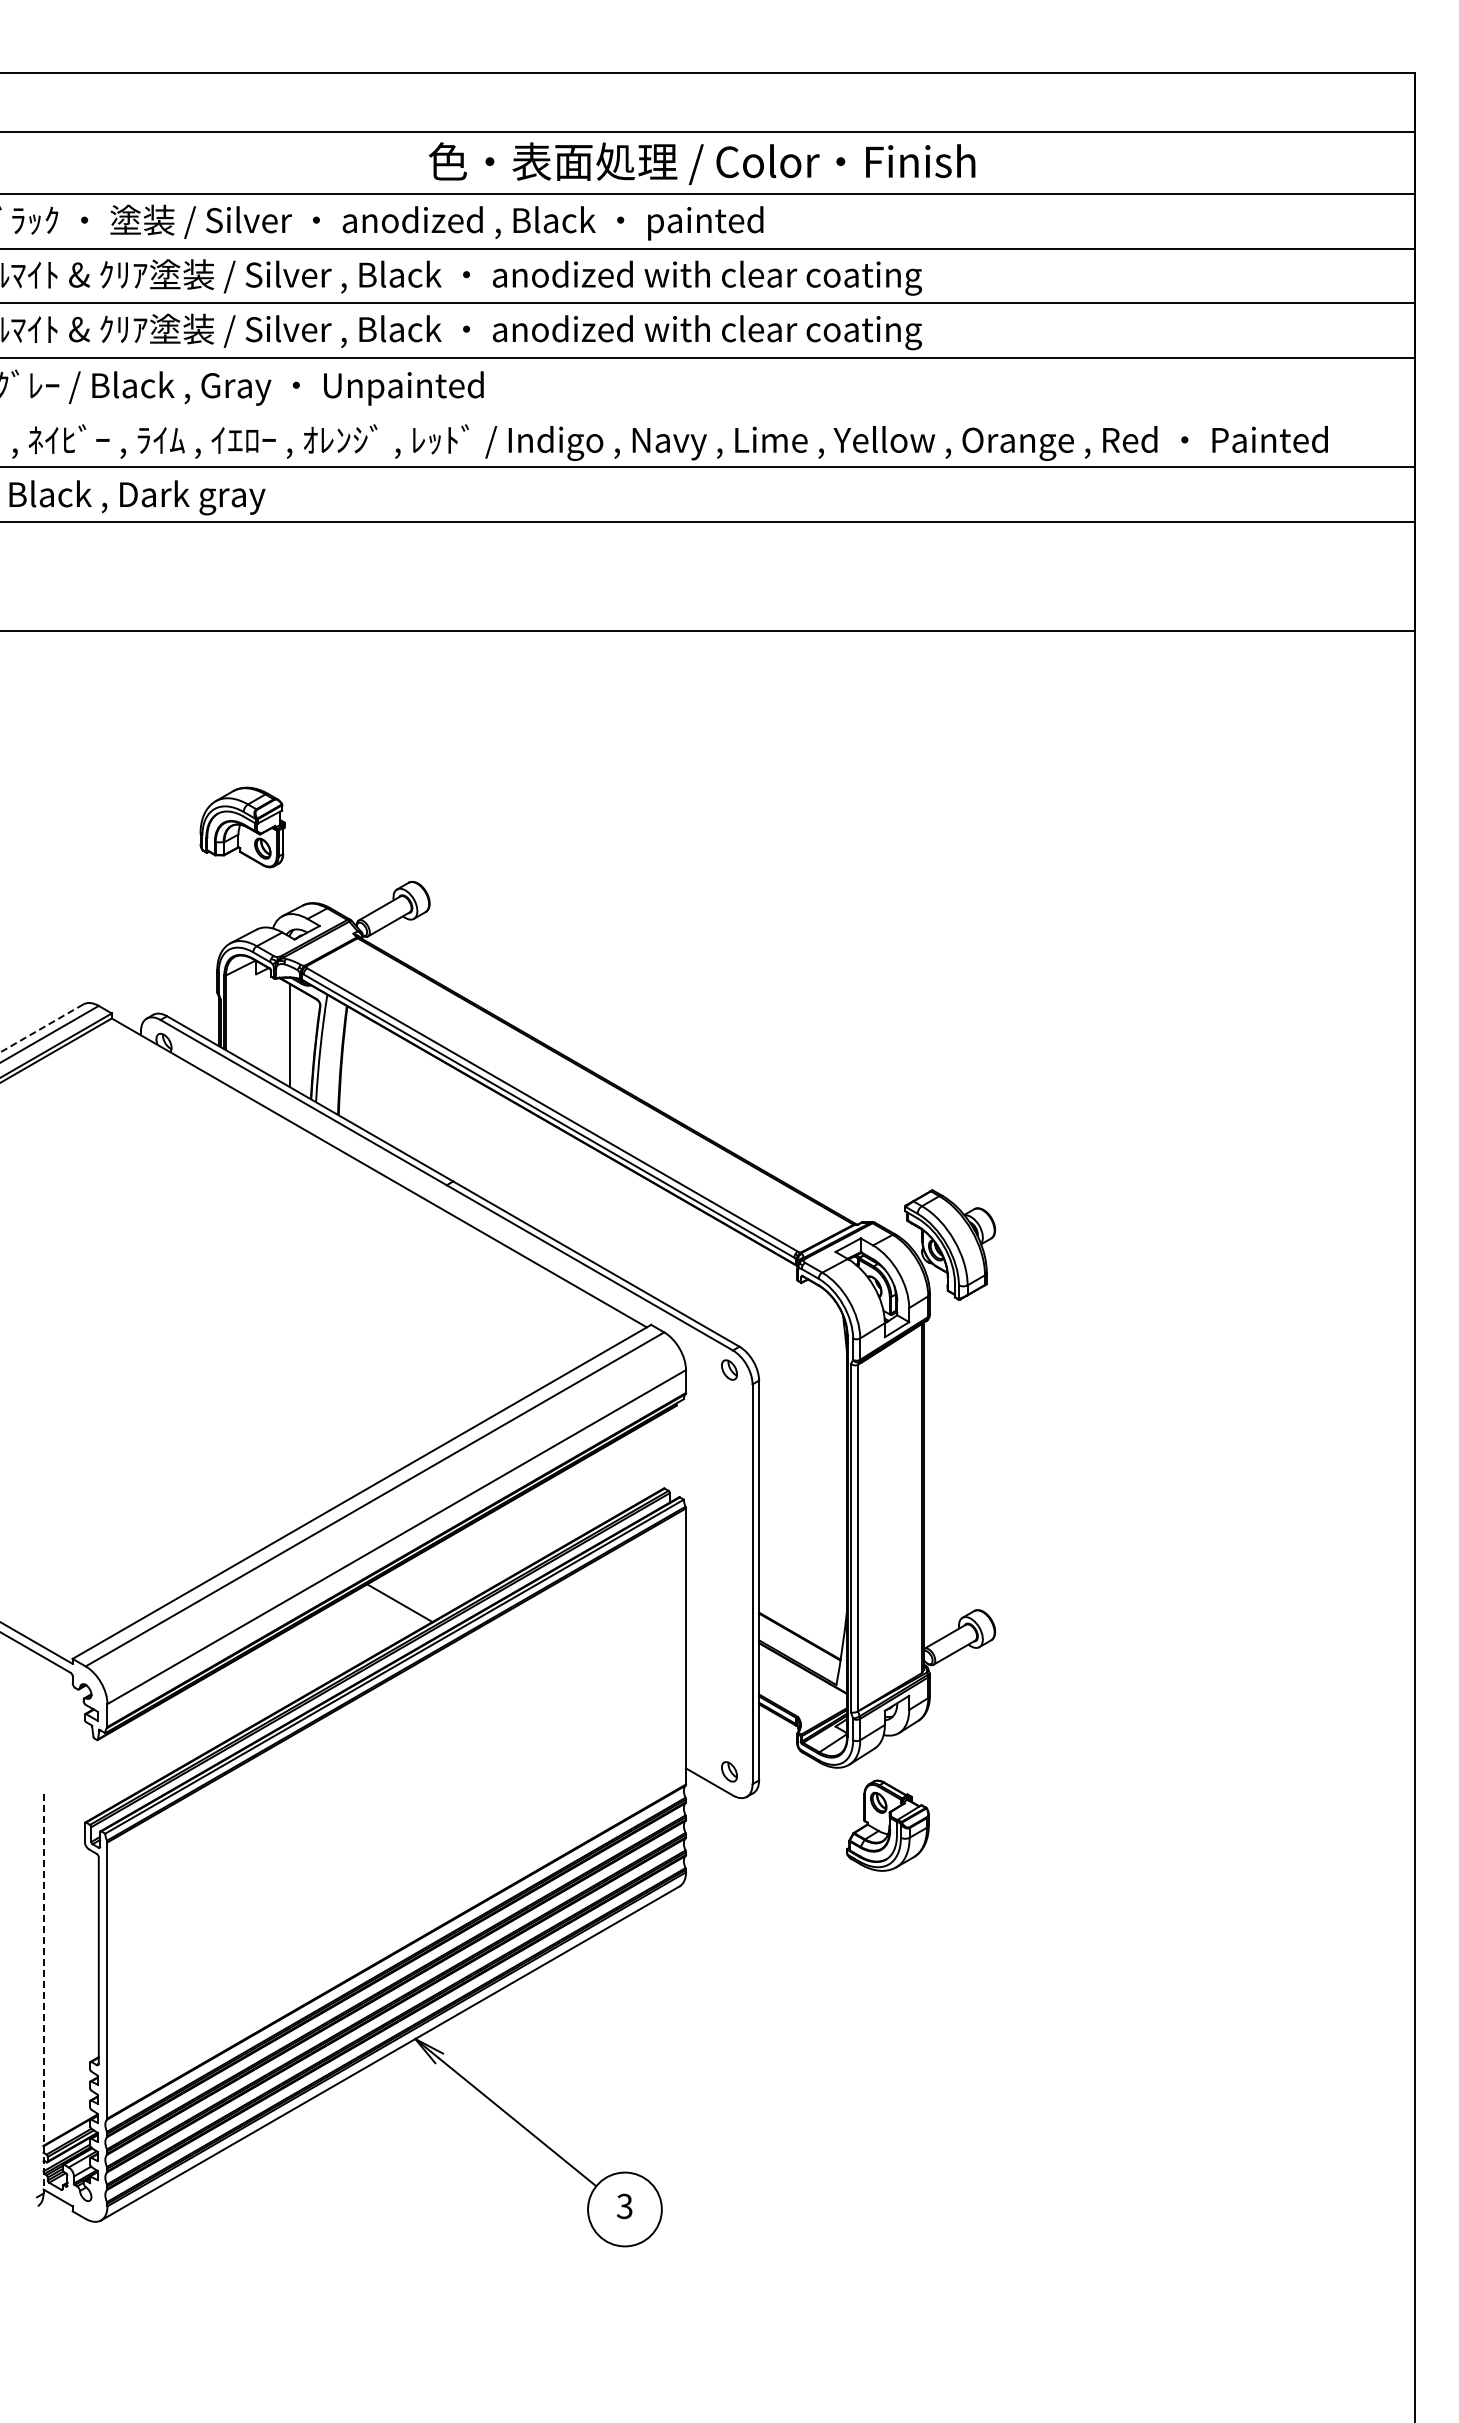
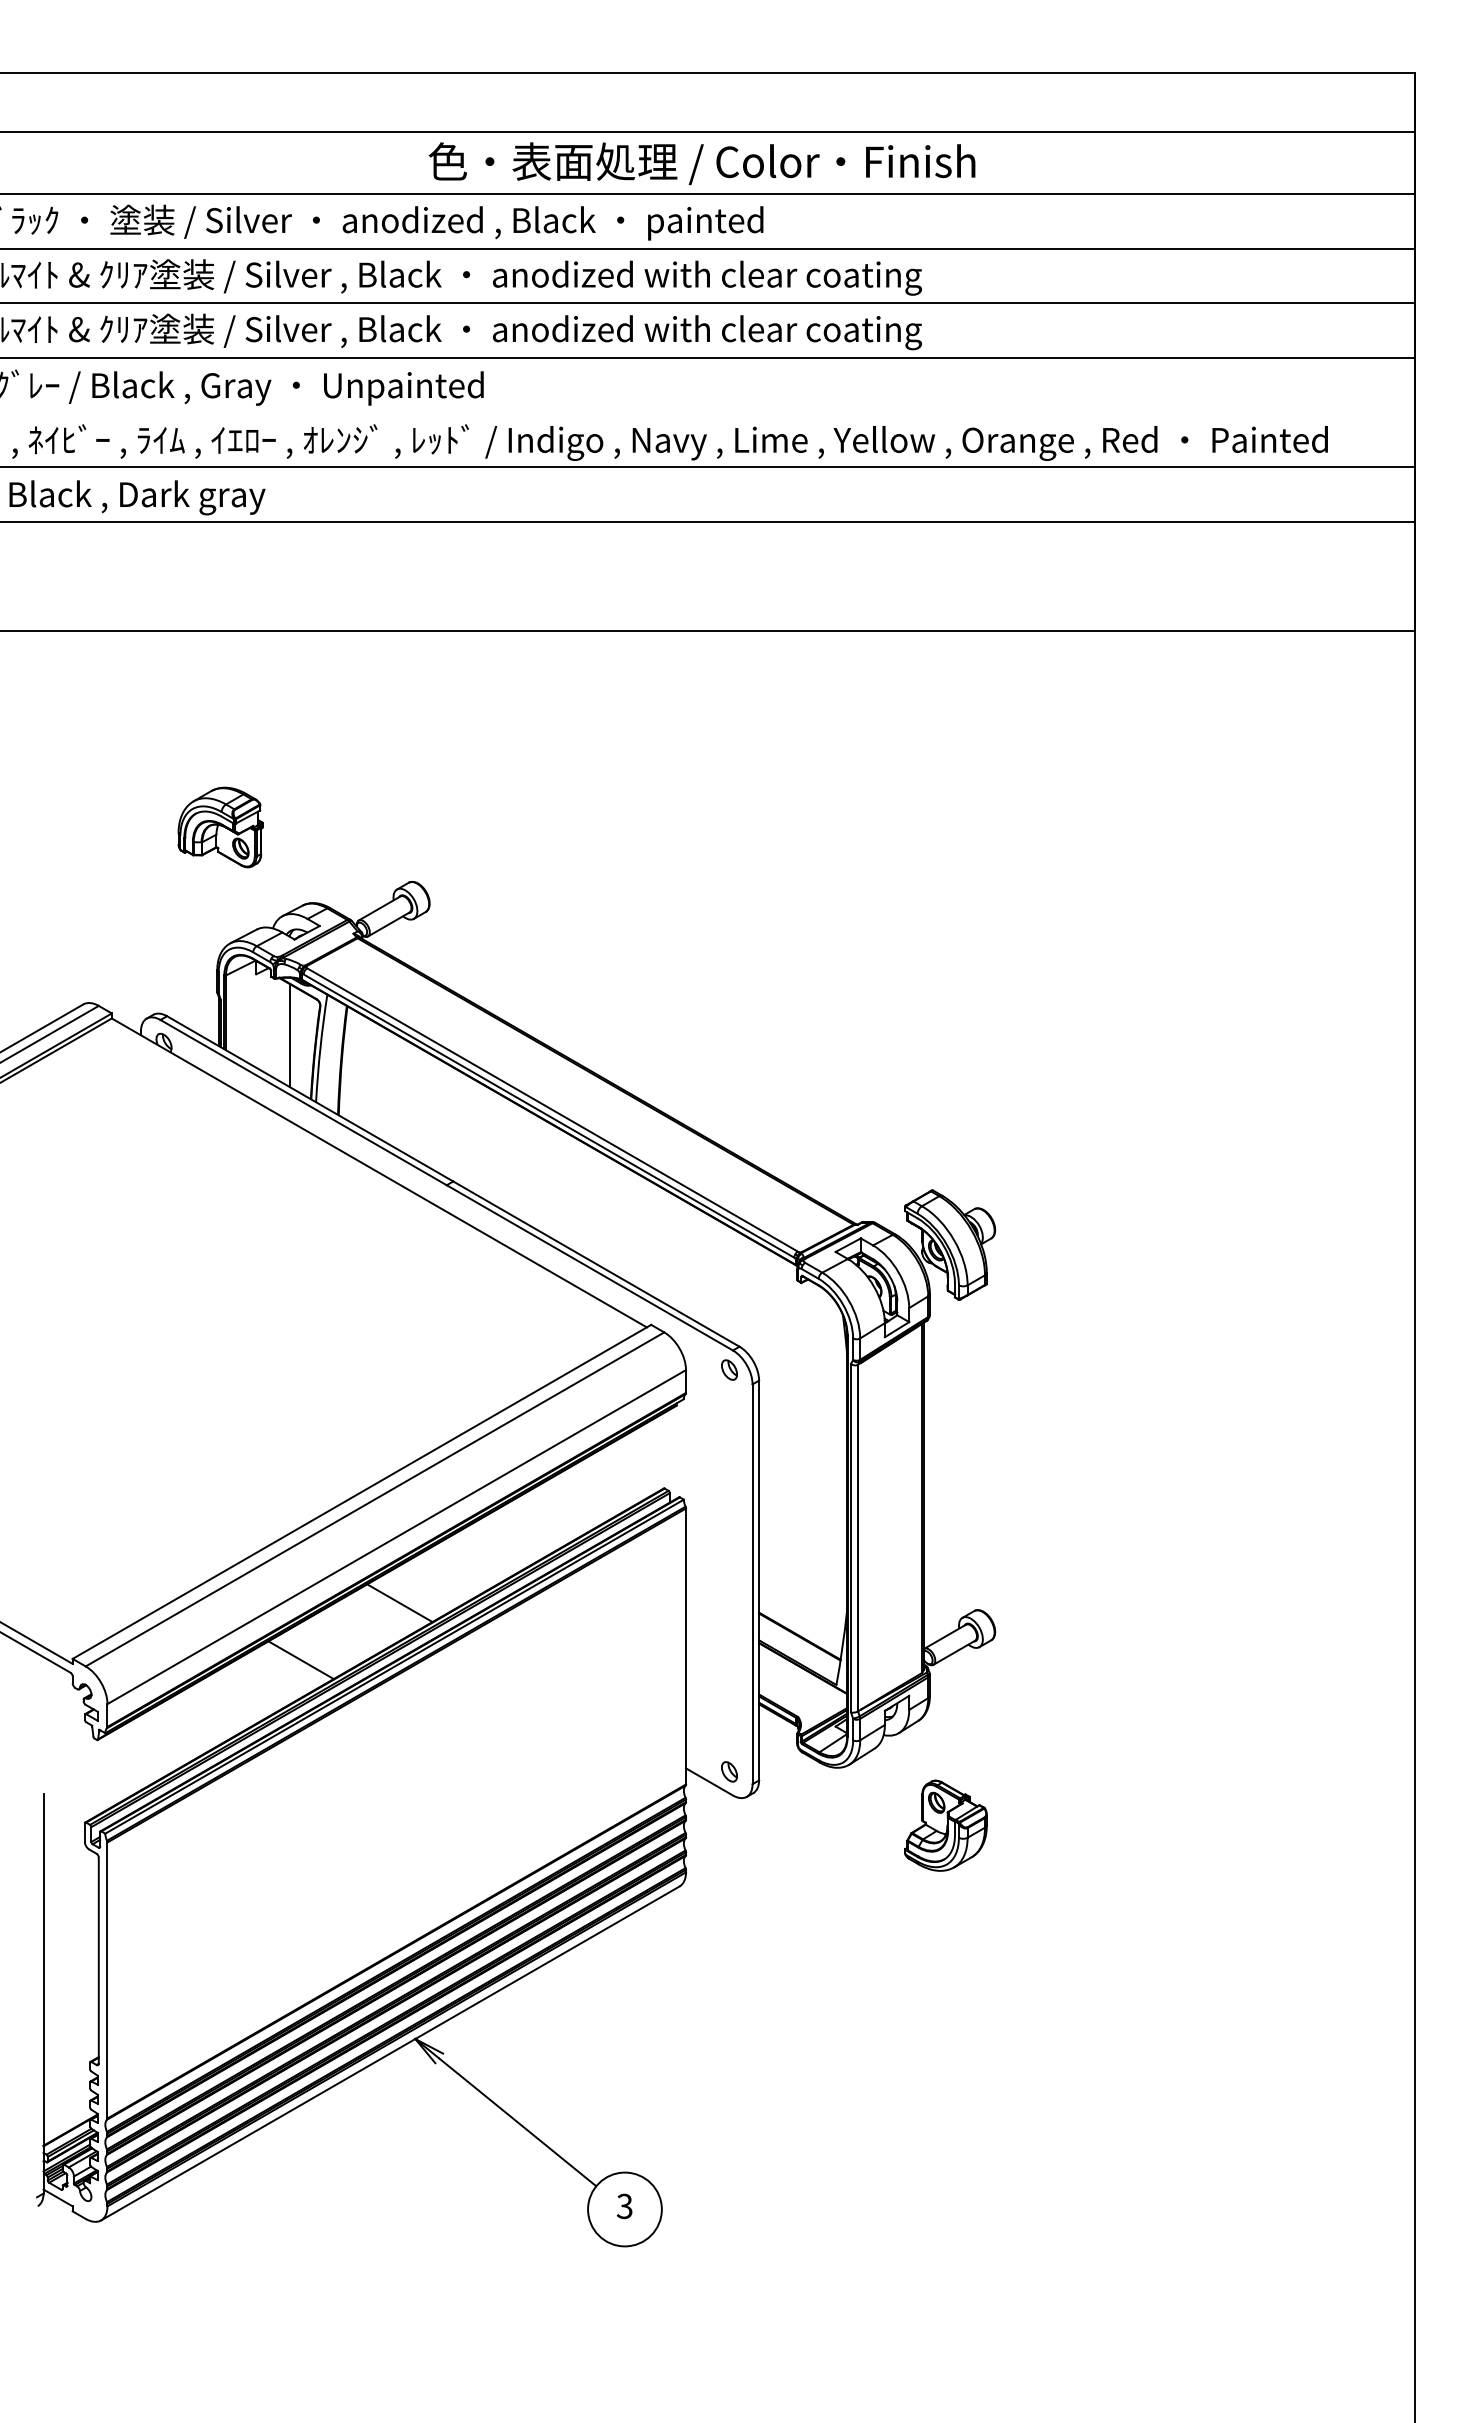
part at (242, 827) position: (242, 827) -> (220, 827)
line at (41, 1028): dashed -> solid
line at (300, 1660): none -> present
part at (887, 1825) position: (887, 1825) -> (945, 1825)
line at (43, 1993): dashed -> solid
